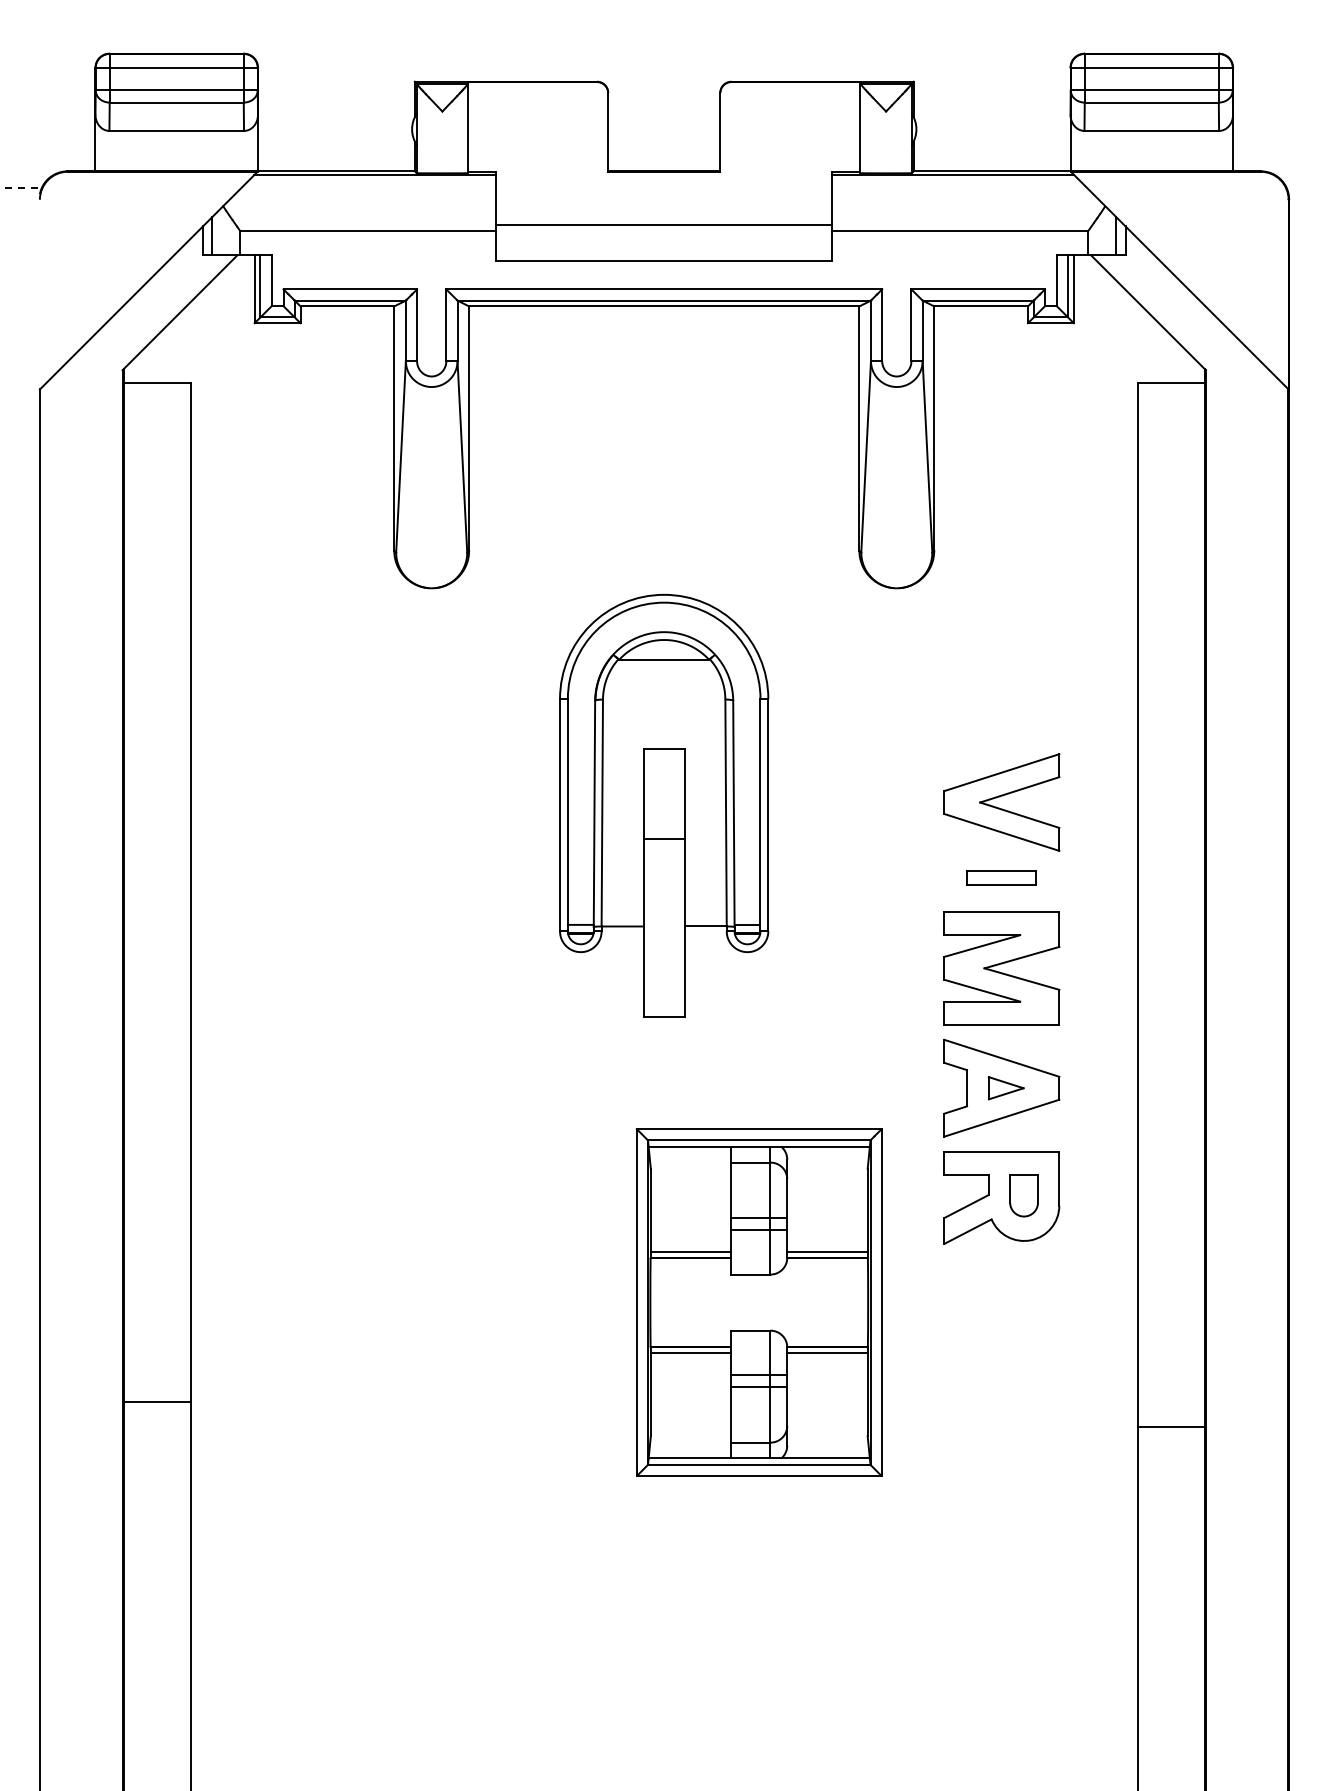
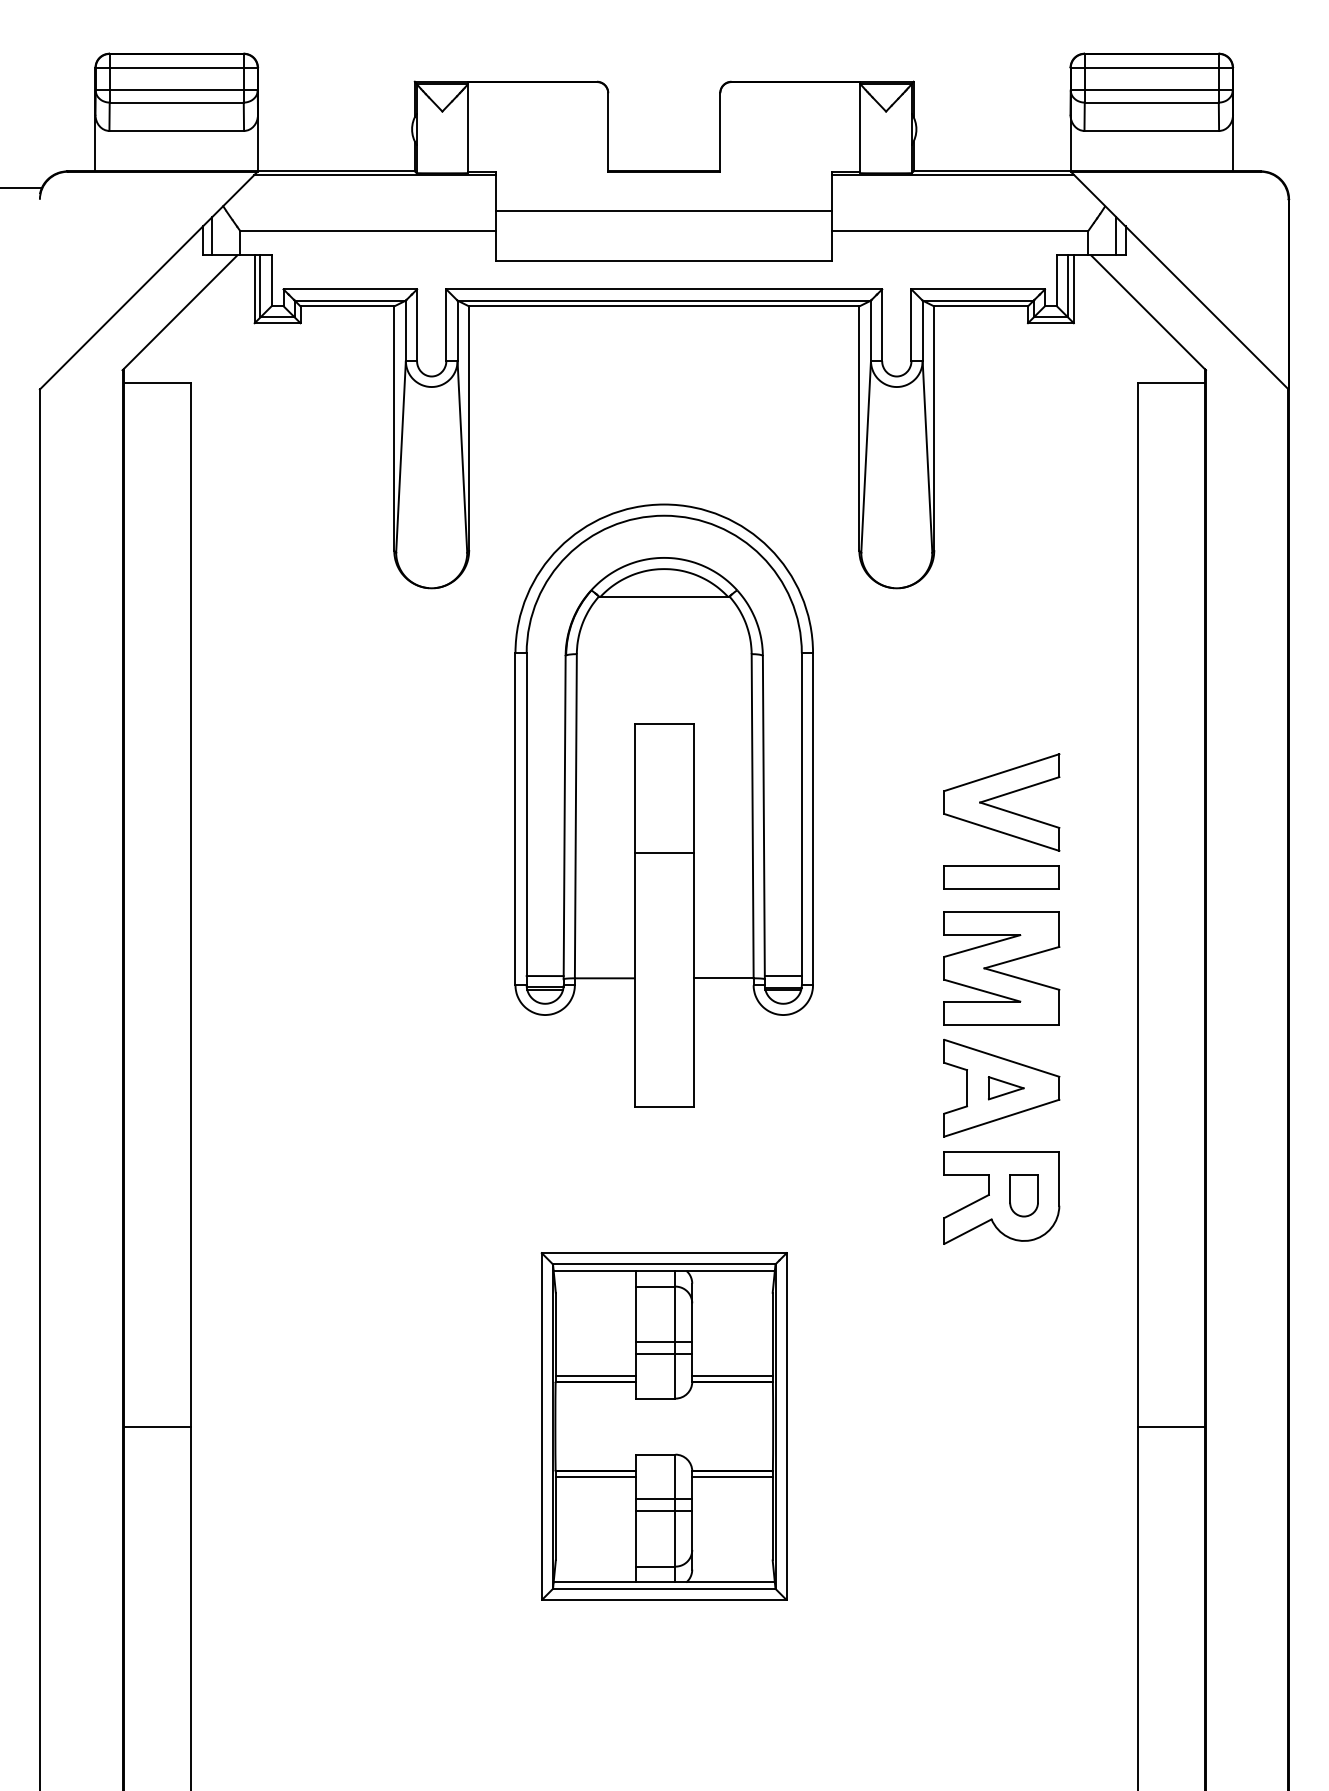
line at (21, 188): dashed -> solid
line at (664, 224) position: (664, 224) -> (664, 210)
part at (664, 805) size: 211x425 px -> 300x605 px
part at (1001, 877) size: 71x16 px -> 117x25 px
part at (758, 1302) position: (758, 1302) -> (663, 1426)
line at (156, 1401) position: (156, 1401) -> (156, 1426)
